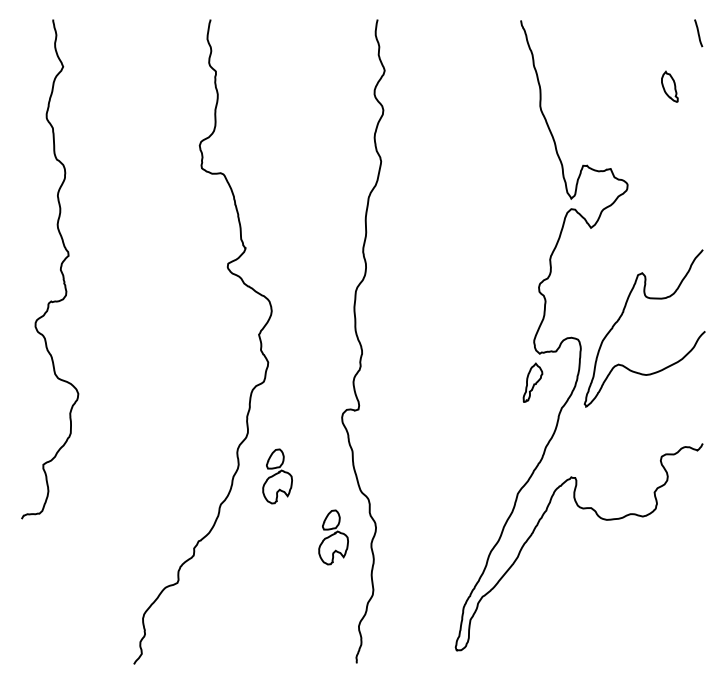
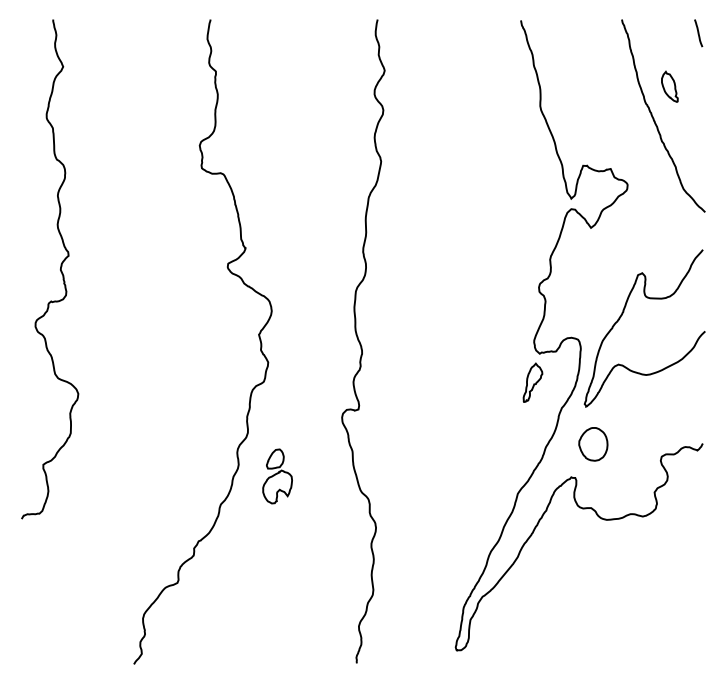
curve at (655, 120): none -> present
part at (593, 444): none -> present
part at (333, 537): present -> none
